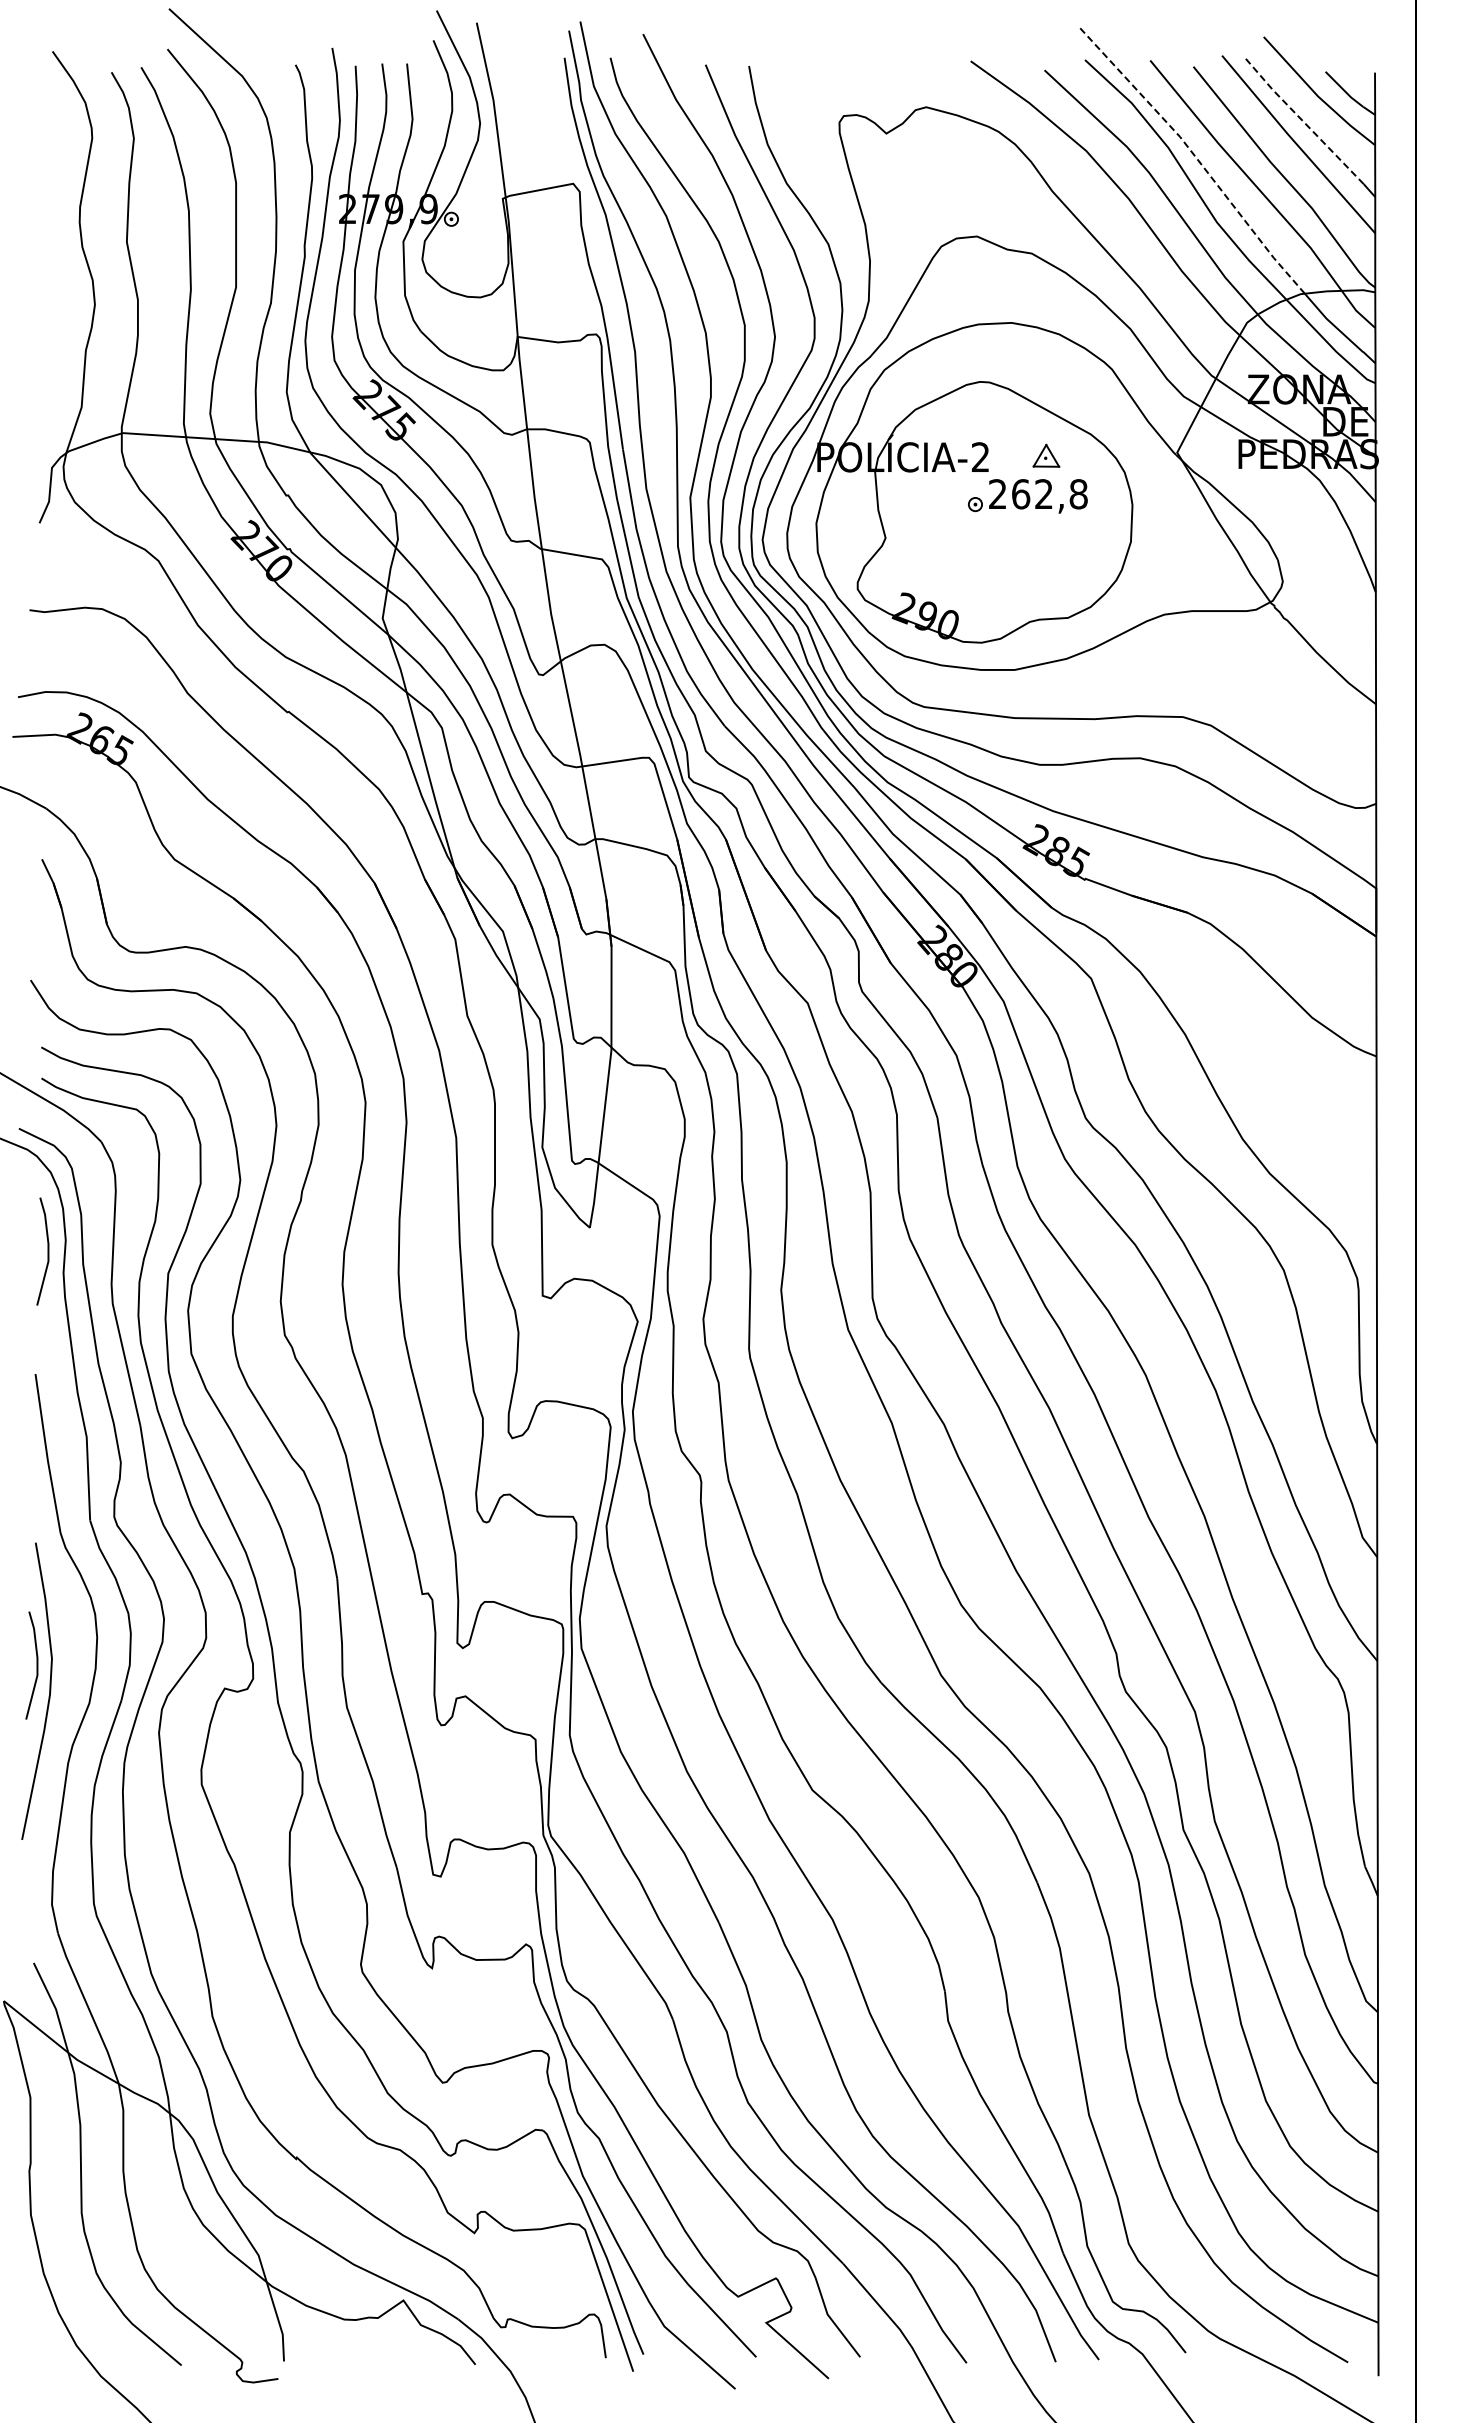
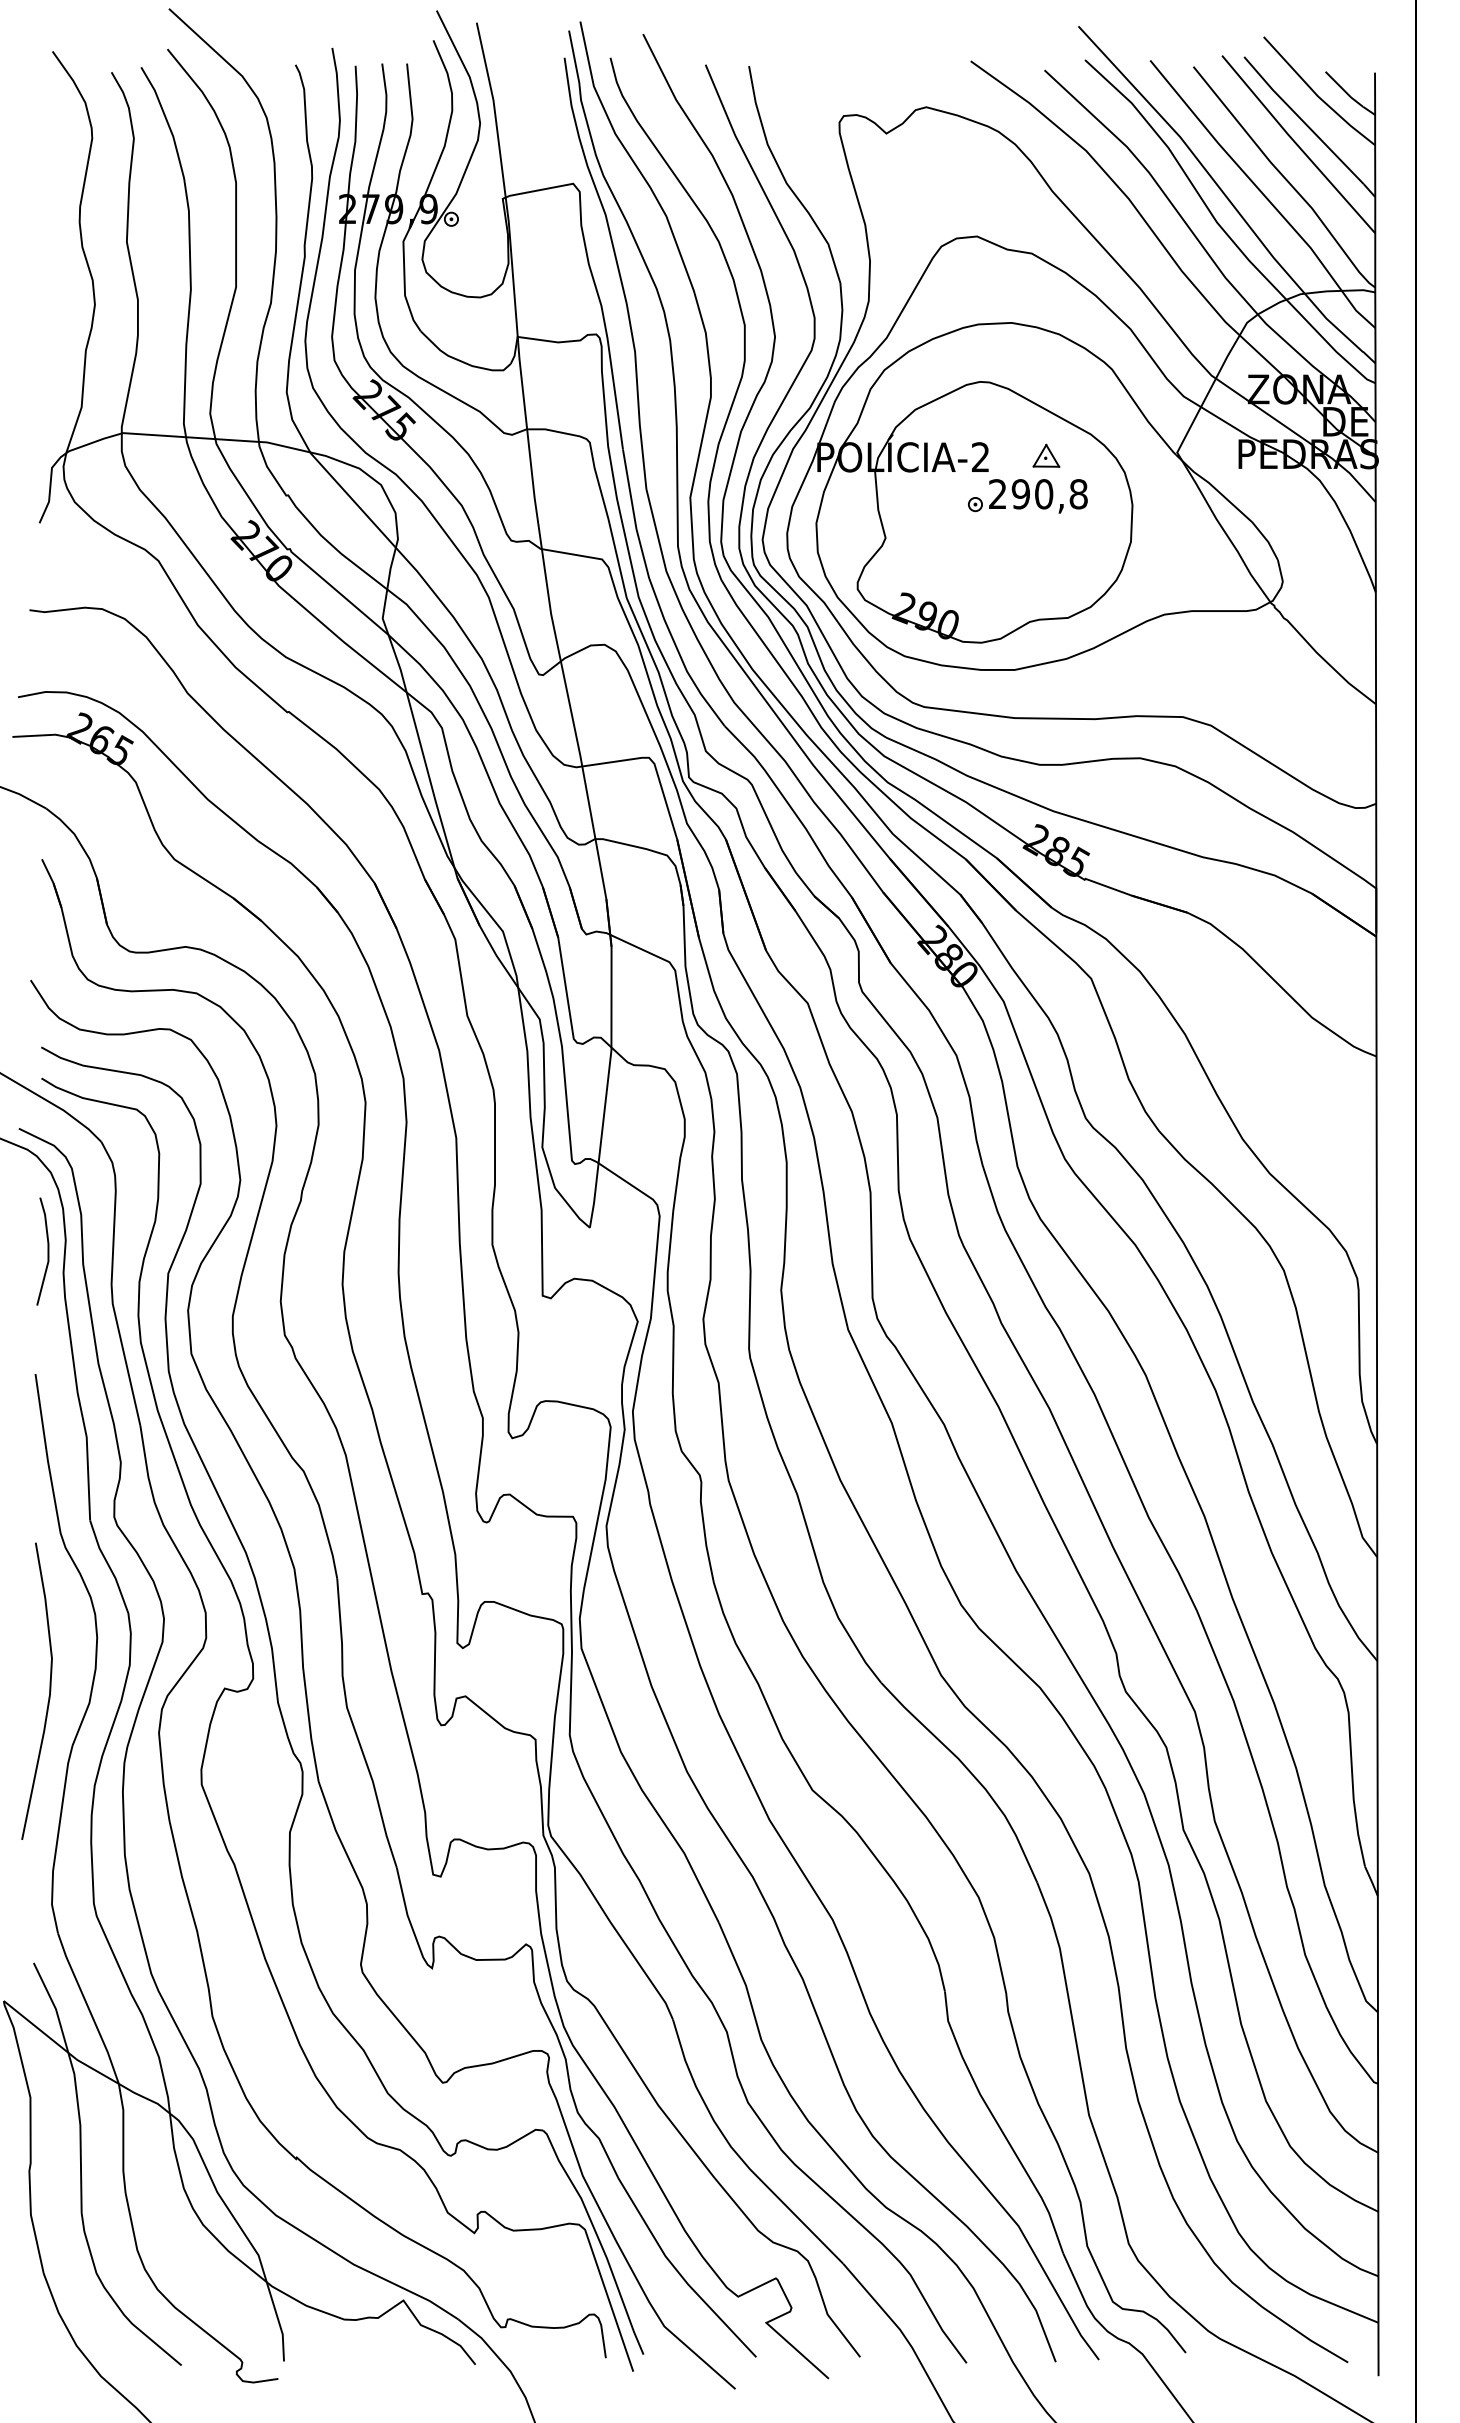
line at (1302, 120): dashed -> solid
line at (1195, 156): dashed -> solid
text at (1032, 494): 262,8 -> 290,8
line at (36, 1665): present -> none
